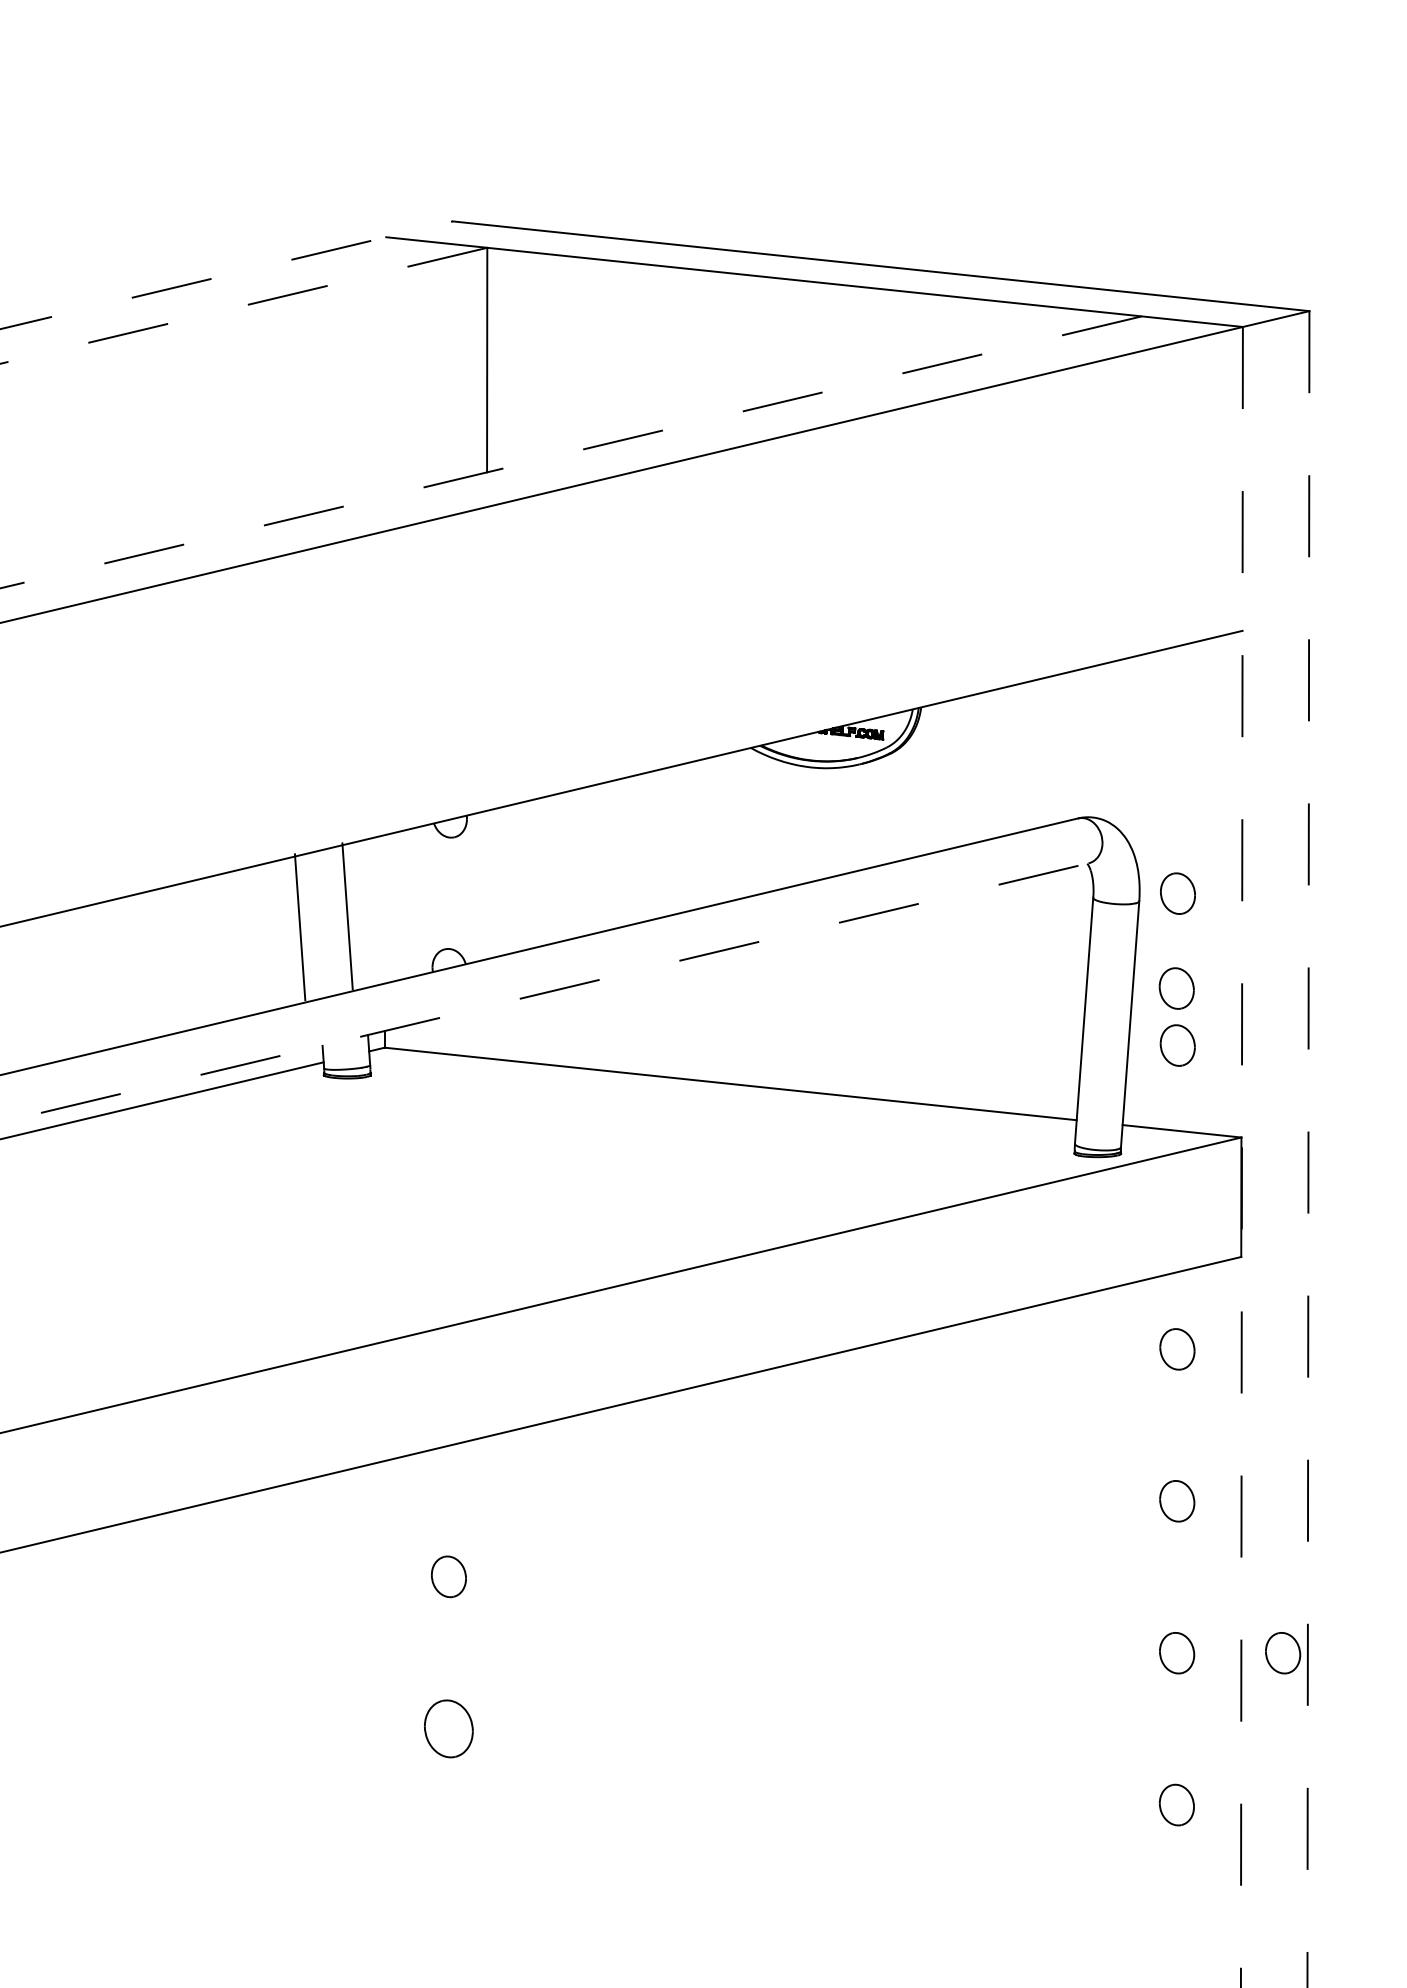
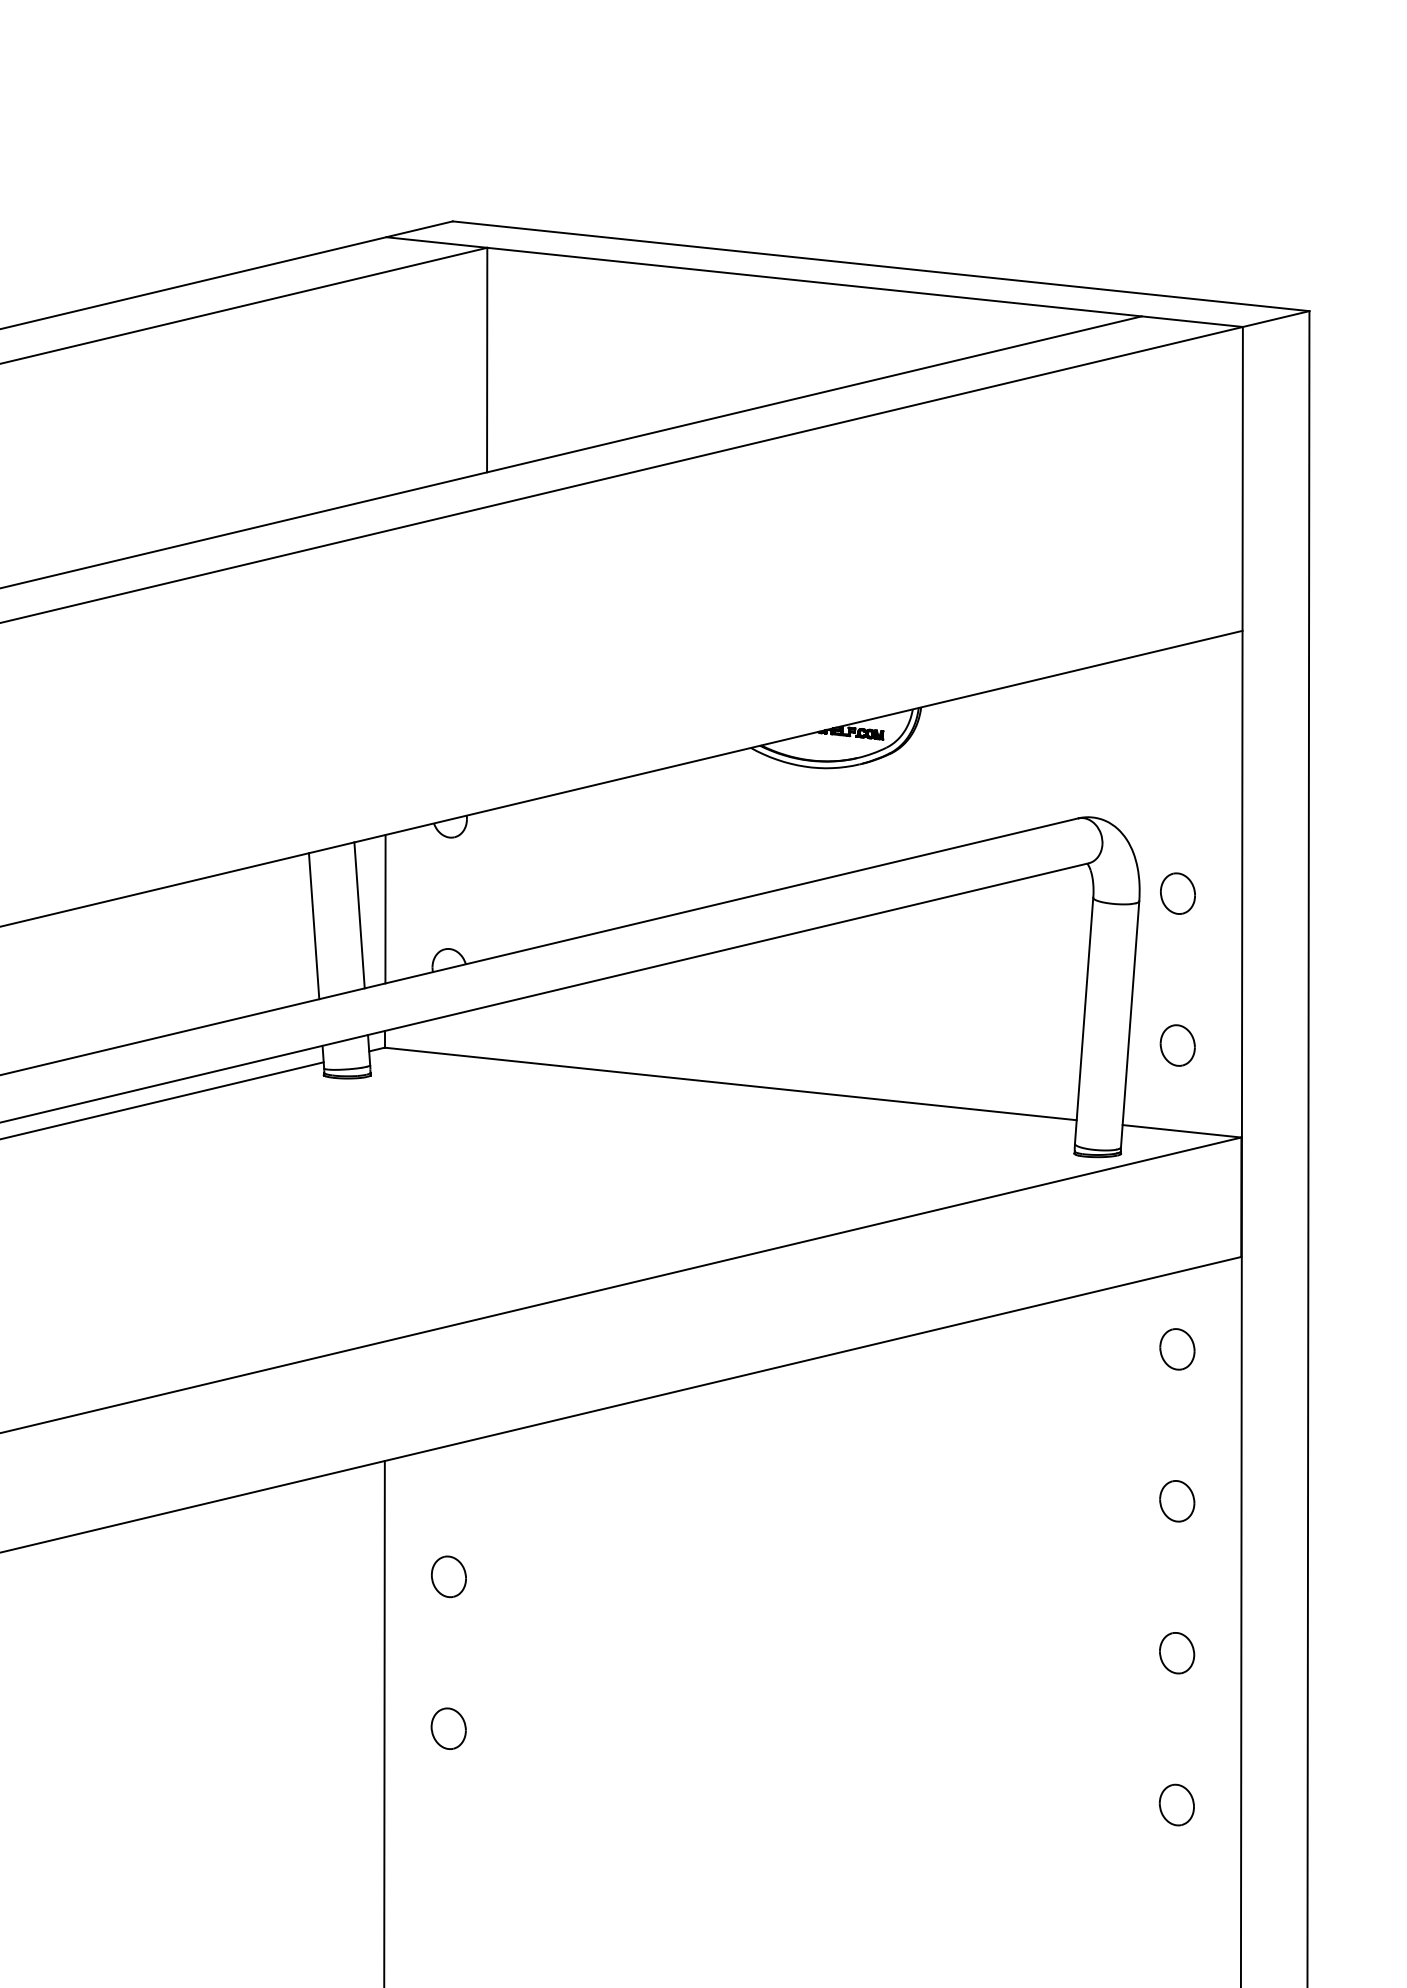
line at (227, 275): dashed -> solid
line at (243, 305): dashed -> solid
line at (571, 452): dashed -> solid
line at (385, 908): none -> present
line at (347, 916) position: (347, 916) -> (359, 915)
line at (299, 927) position: (299, 927) -> (313, 926)
part at (1176, 988): present -> none
line at (544, 992): dashed -> solid
line at (1308, 1149): dashed -> solid
line at (1241, 1157): dashed -> solid
part at (1283, 1653): present -> none
line at (384, 1722): none -> present
part at (448, 1728) size: 50x60 px -> 37x43 px
